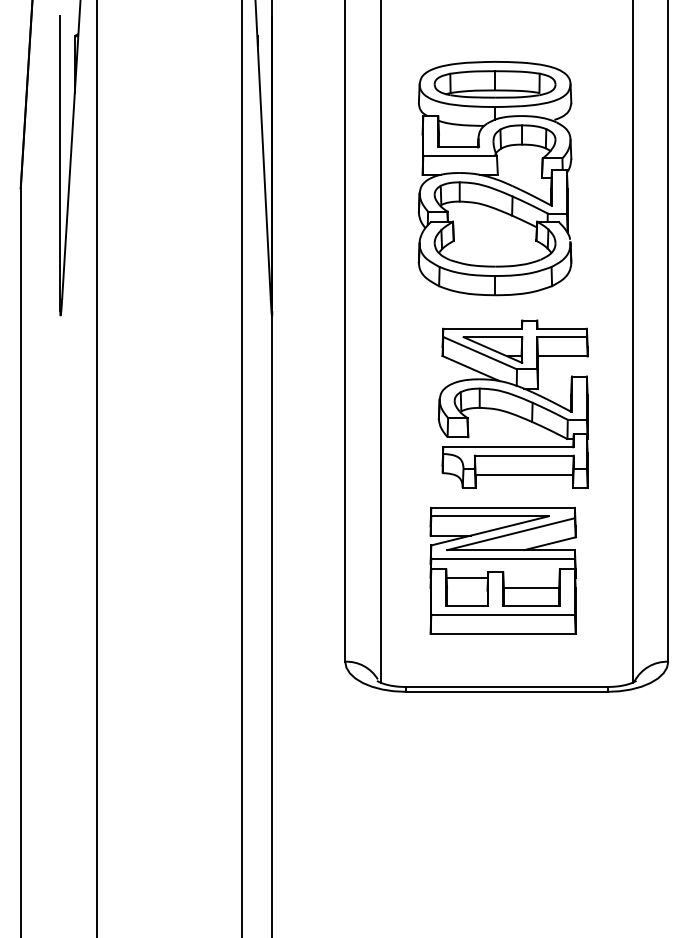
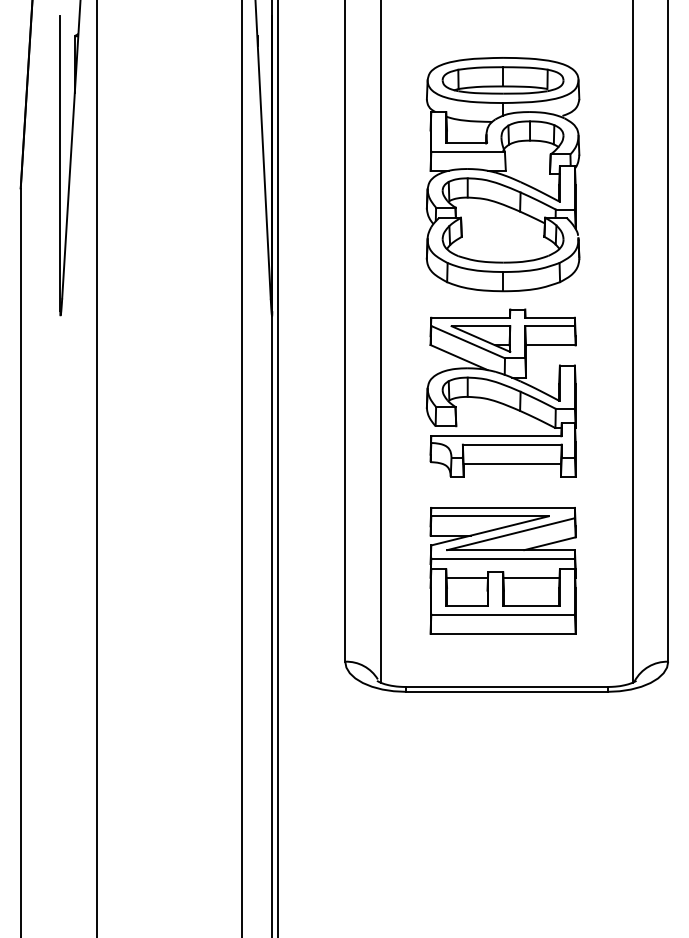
part at (494, 178) position: (494, 178) -> (502, 174)
part at (512, 403) position: (512, 403) -> (500, 392)
line at (278, 468): none -> present
line at (531, 587) position: (531, 587) -> (531, 577)
